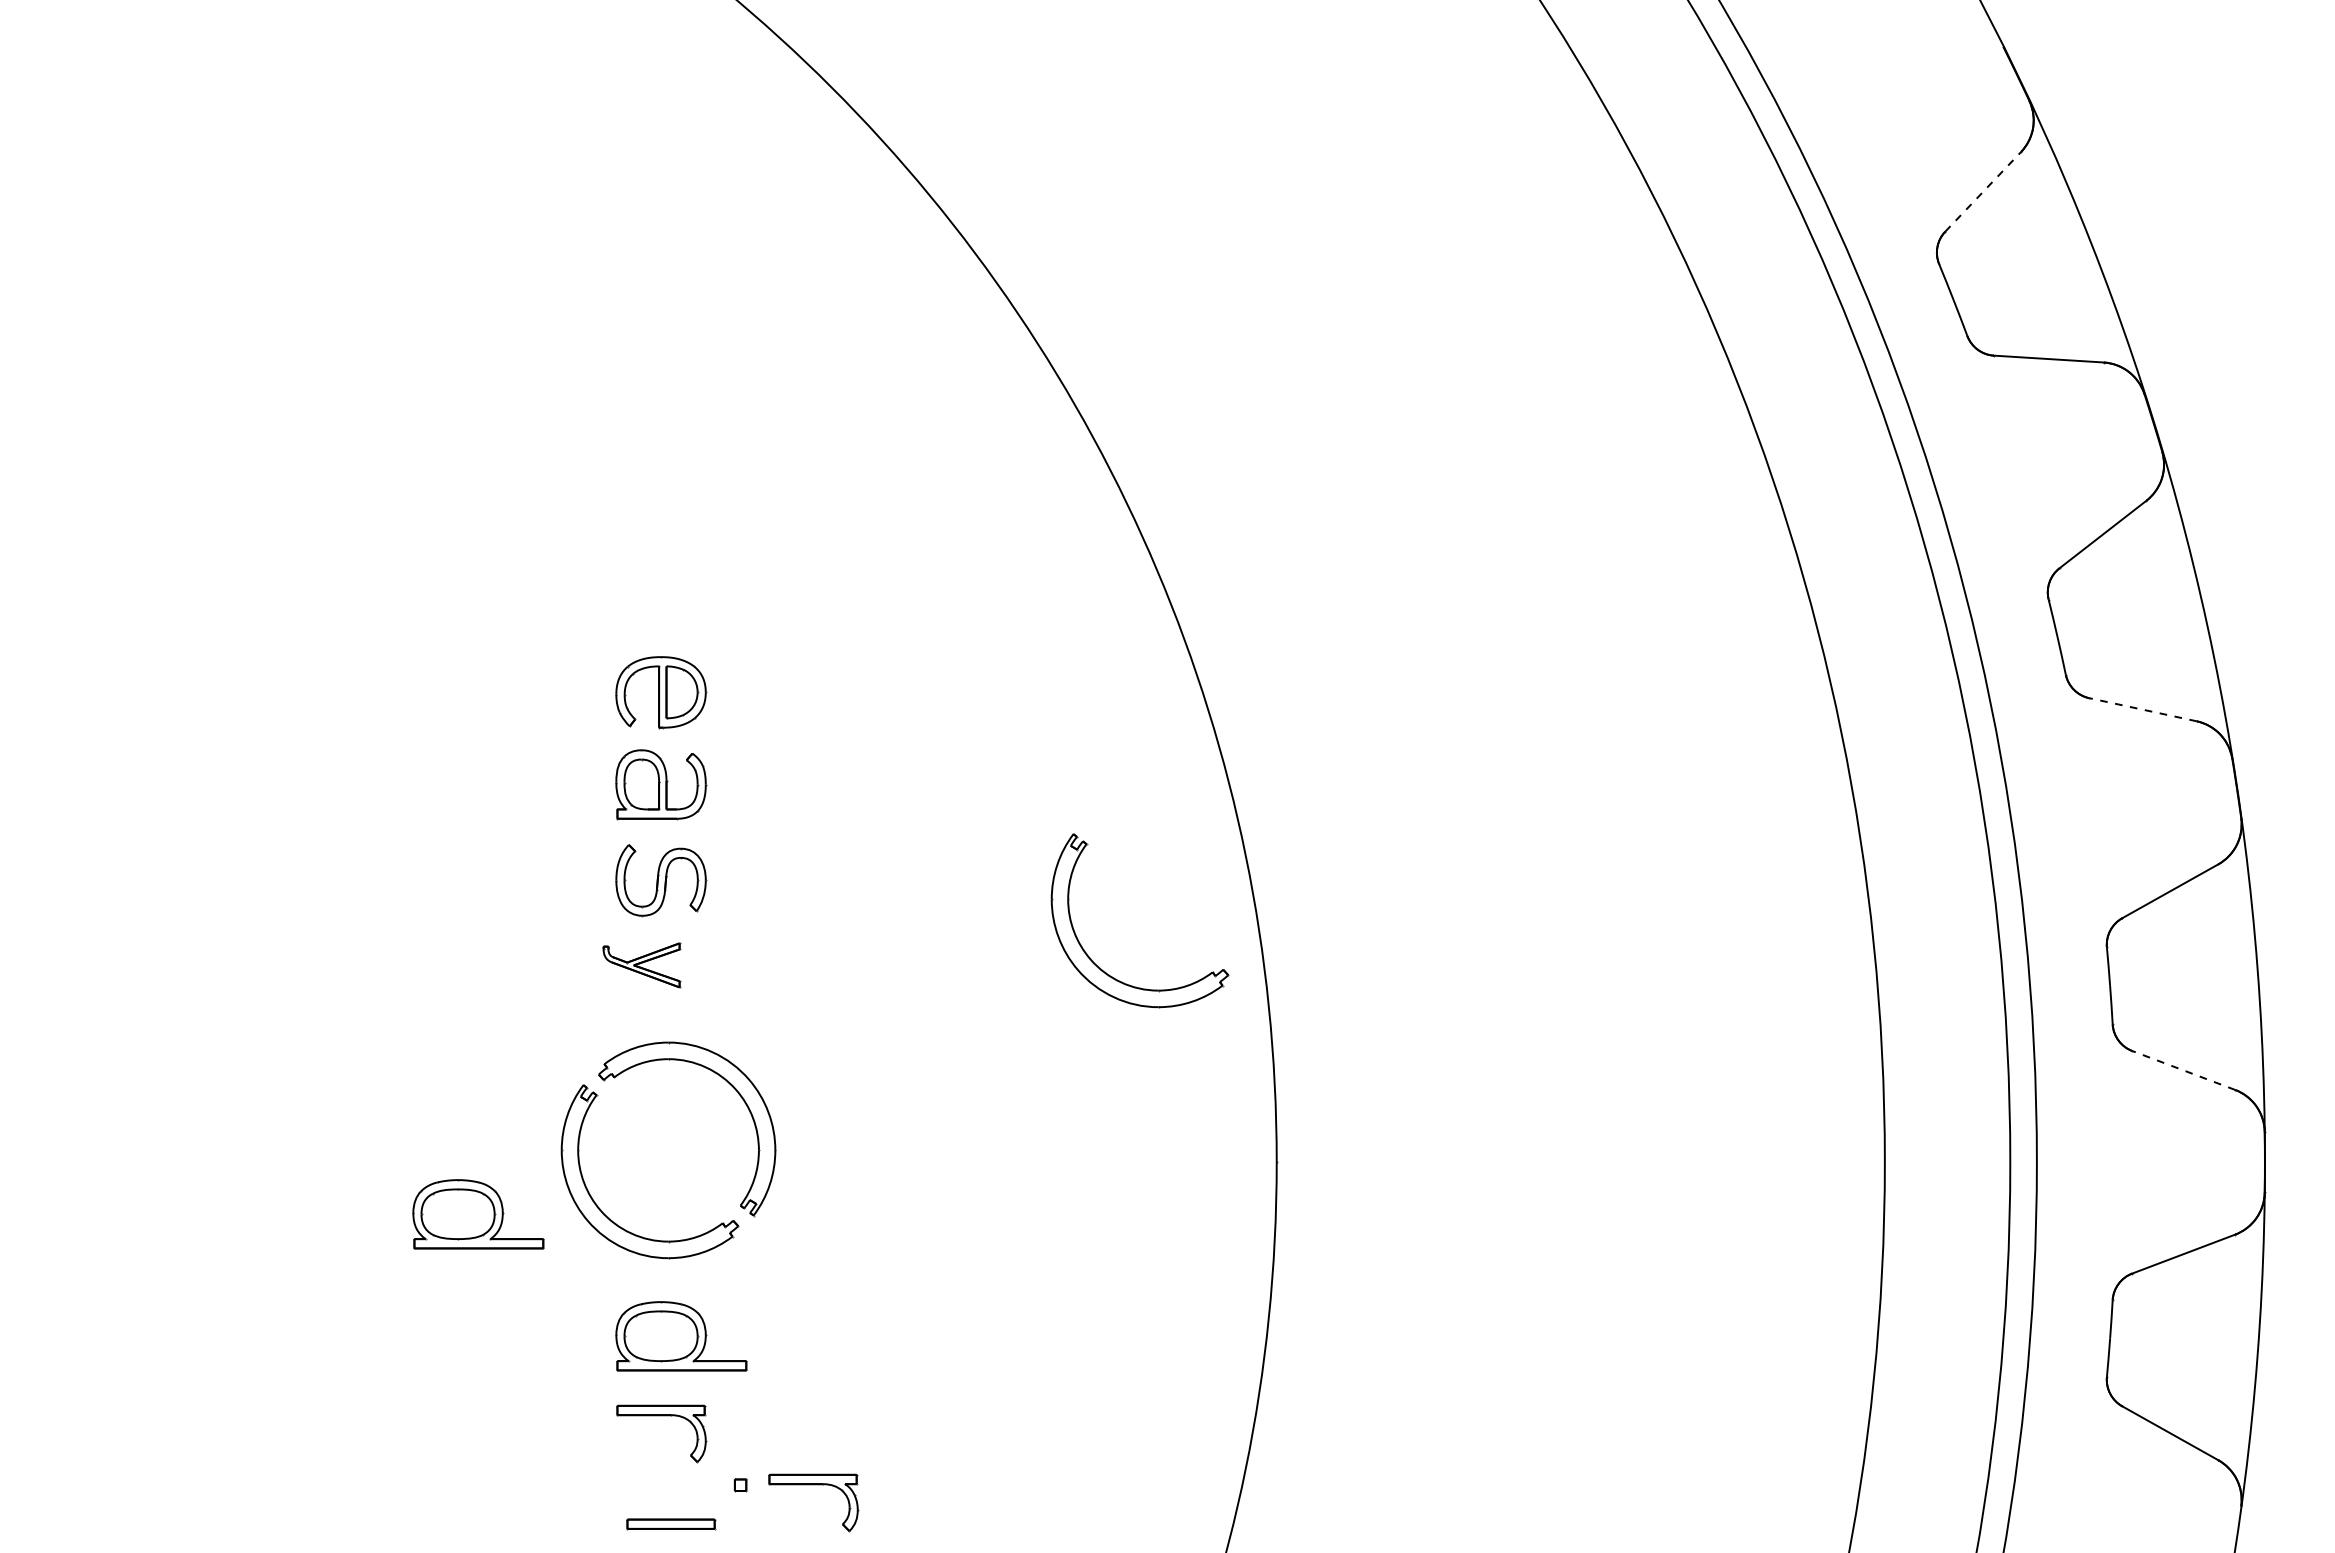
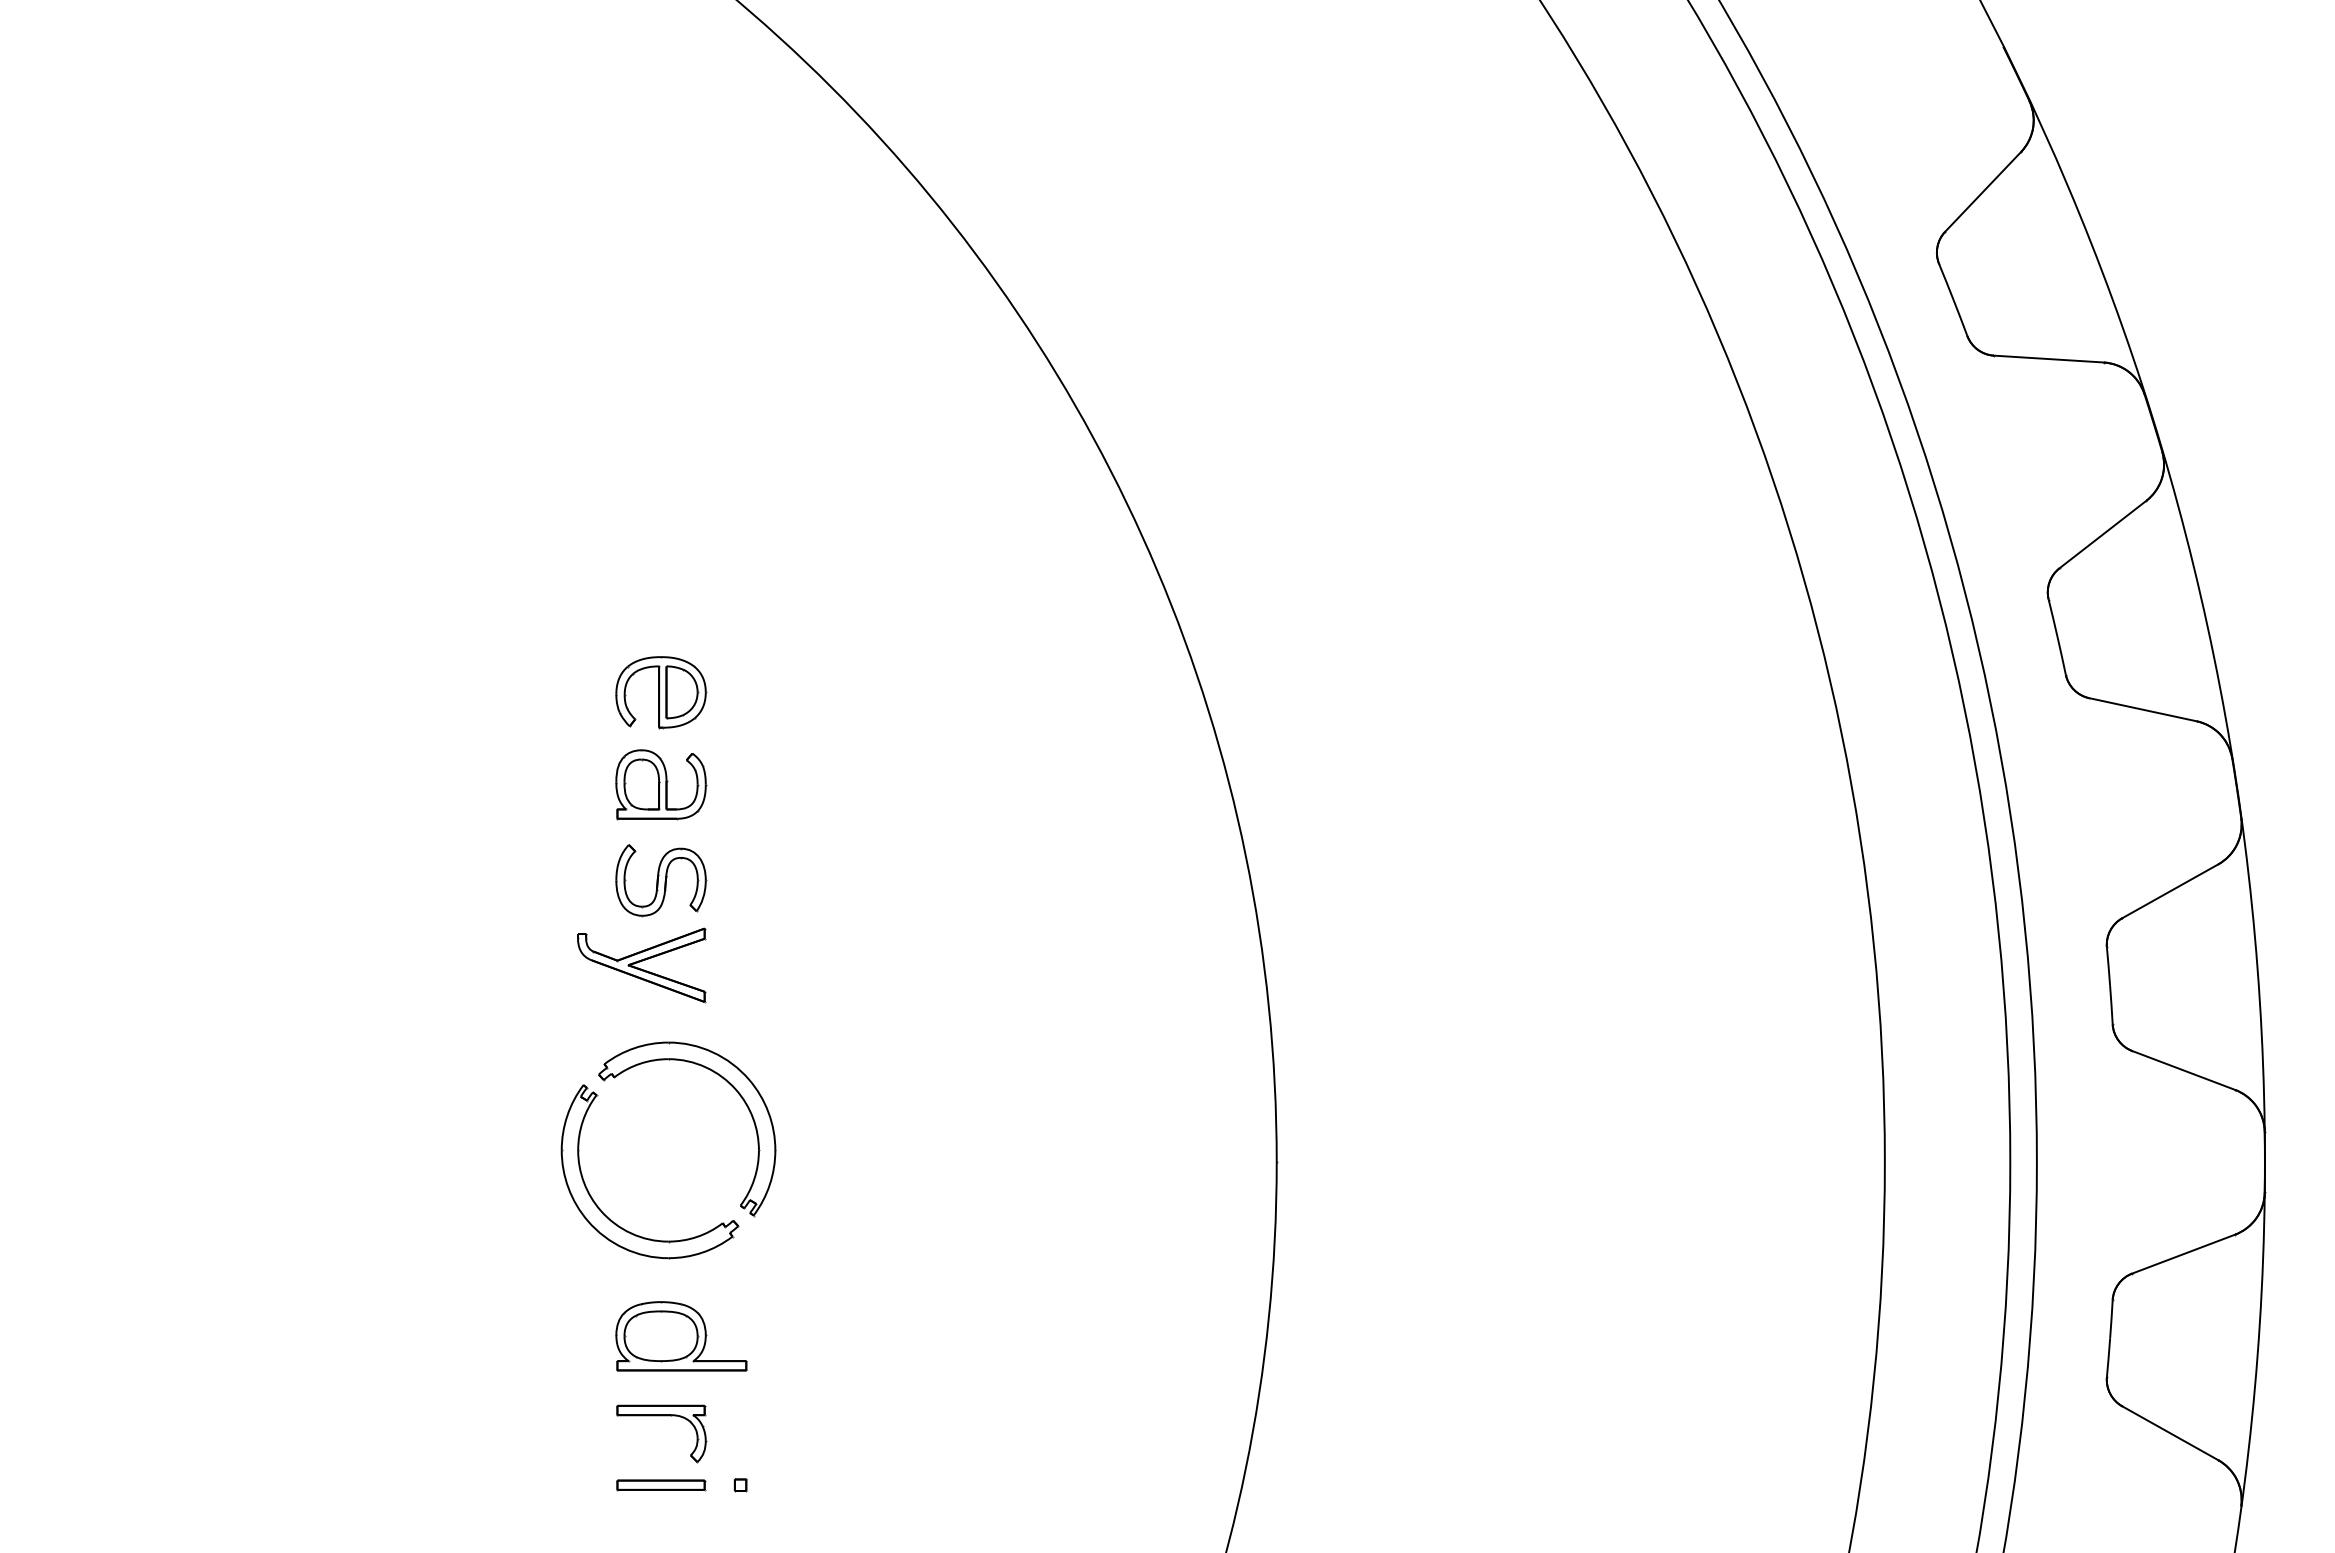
line at (1983, 191): dashed -> solid
line at (2142, 709): dashed -> solid
part at (641, 965) size: 80x47 px -> 130x77 px
part at (1100, 967): present -> none
line at (2183, 1070): dashed -> solid
part at (478, 1214): present -> none
part at (813, 1485): present -> none
part at (671, 1524) position: (671, 1524) -> (661, 1485)
